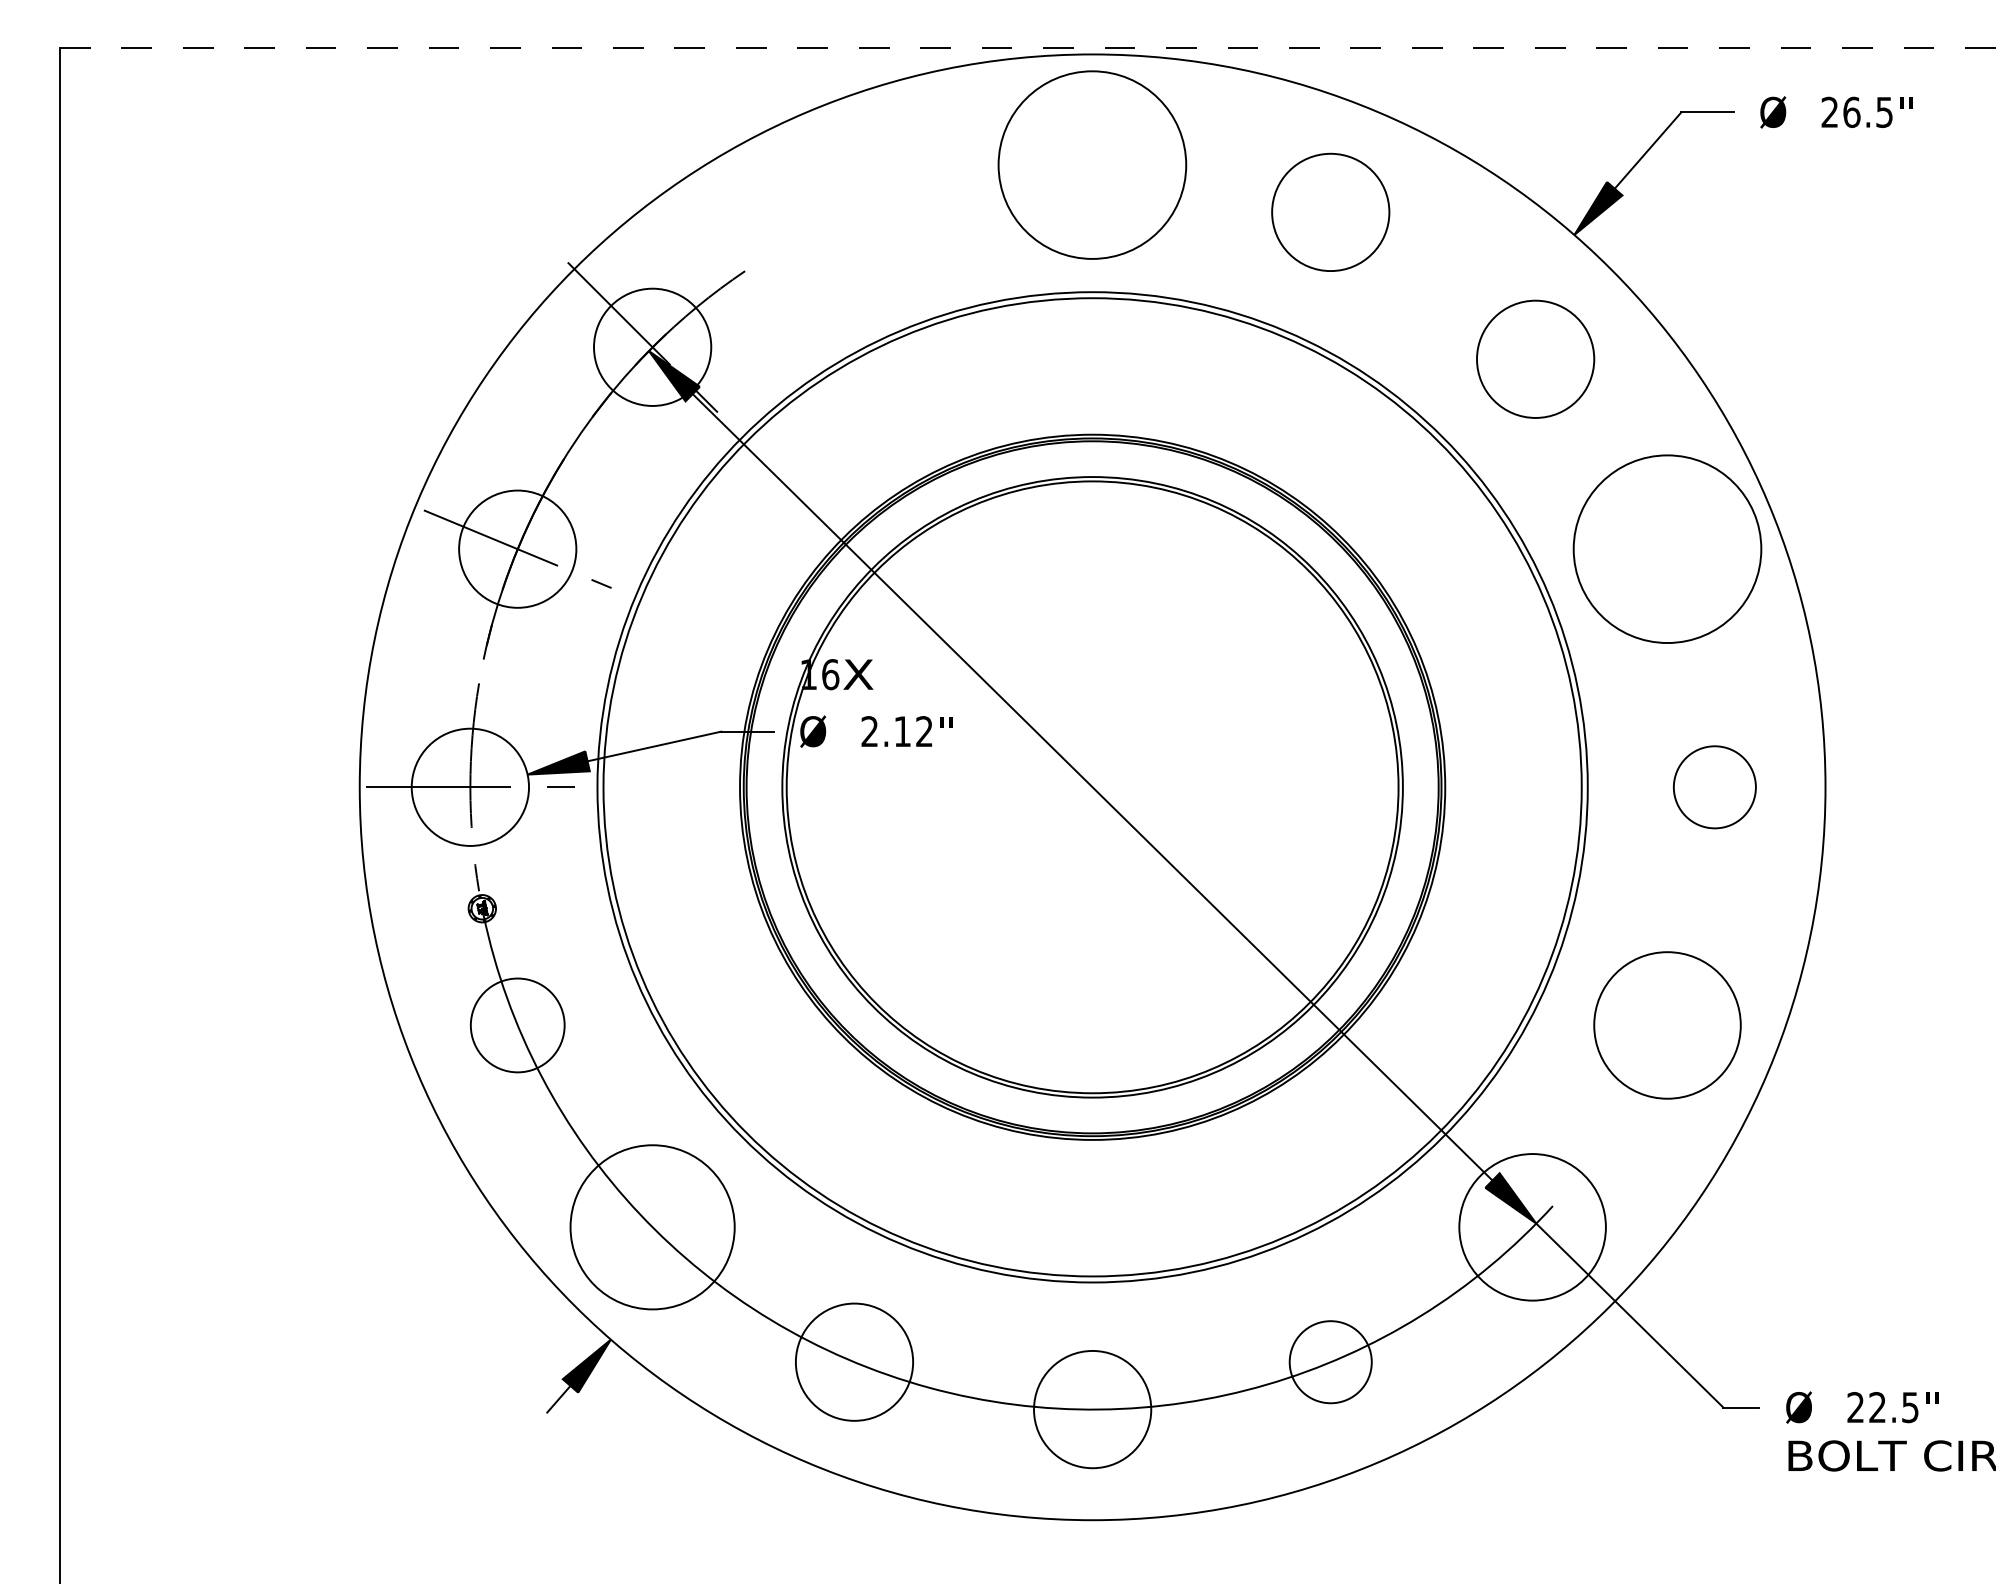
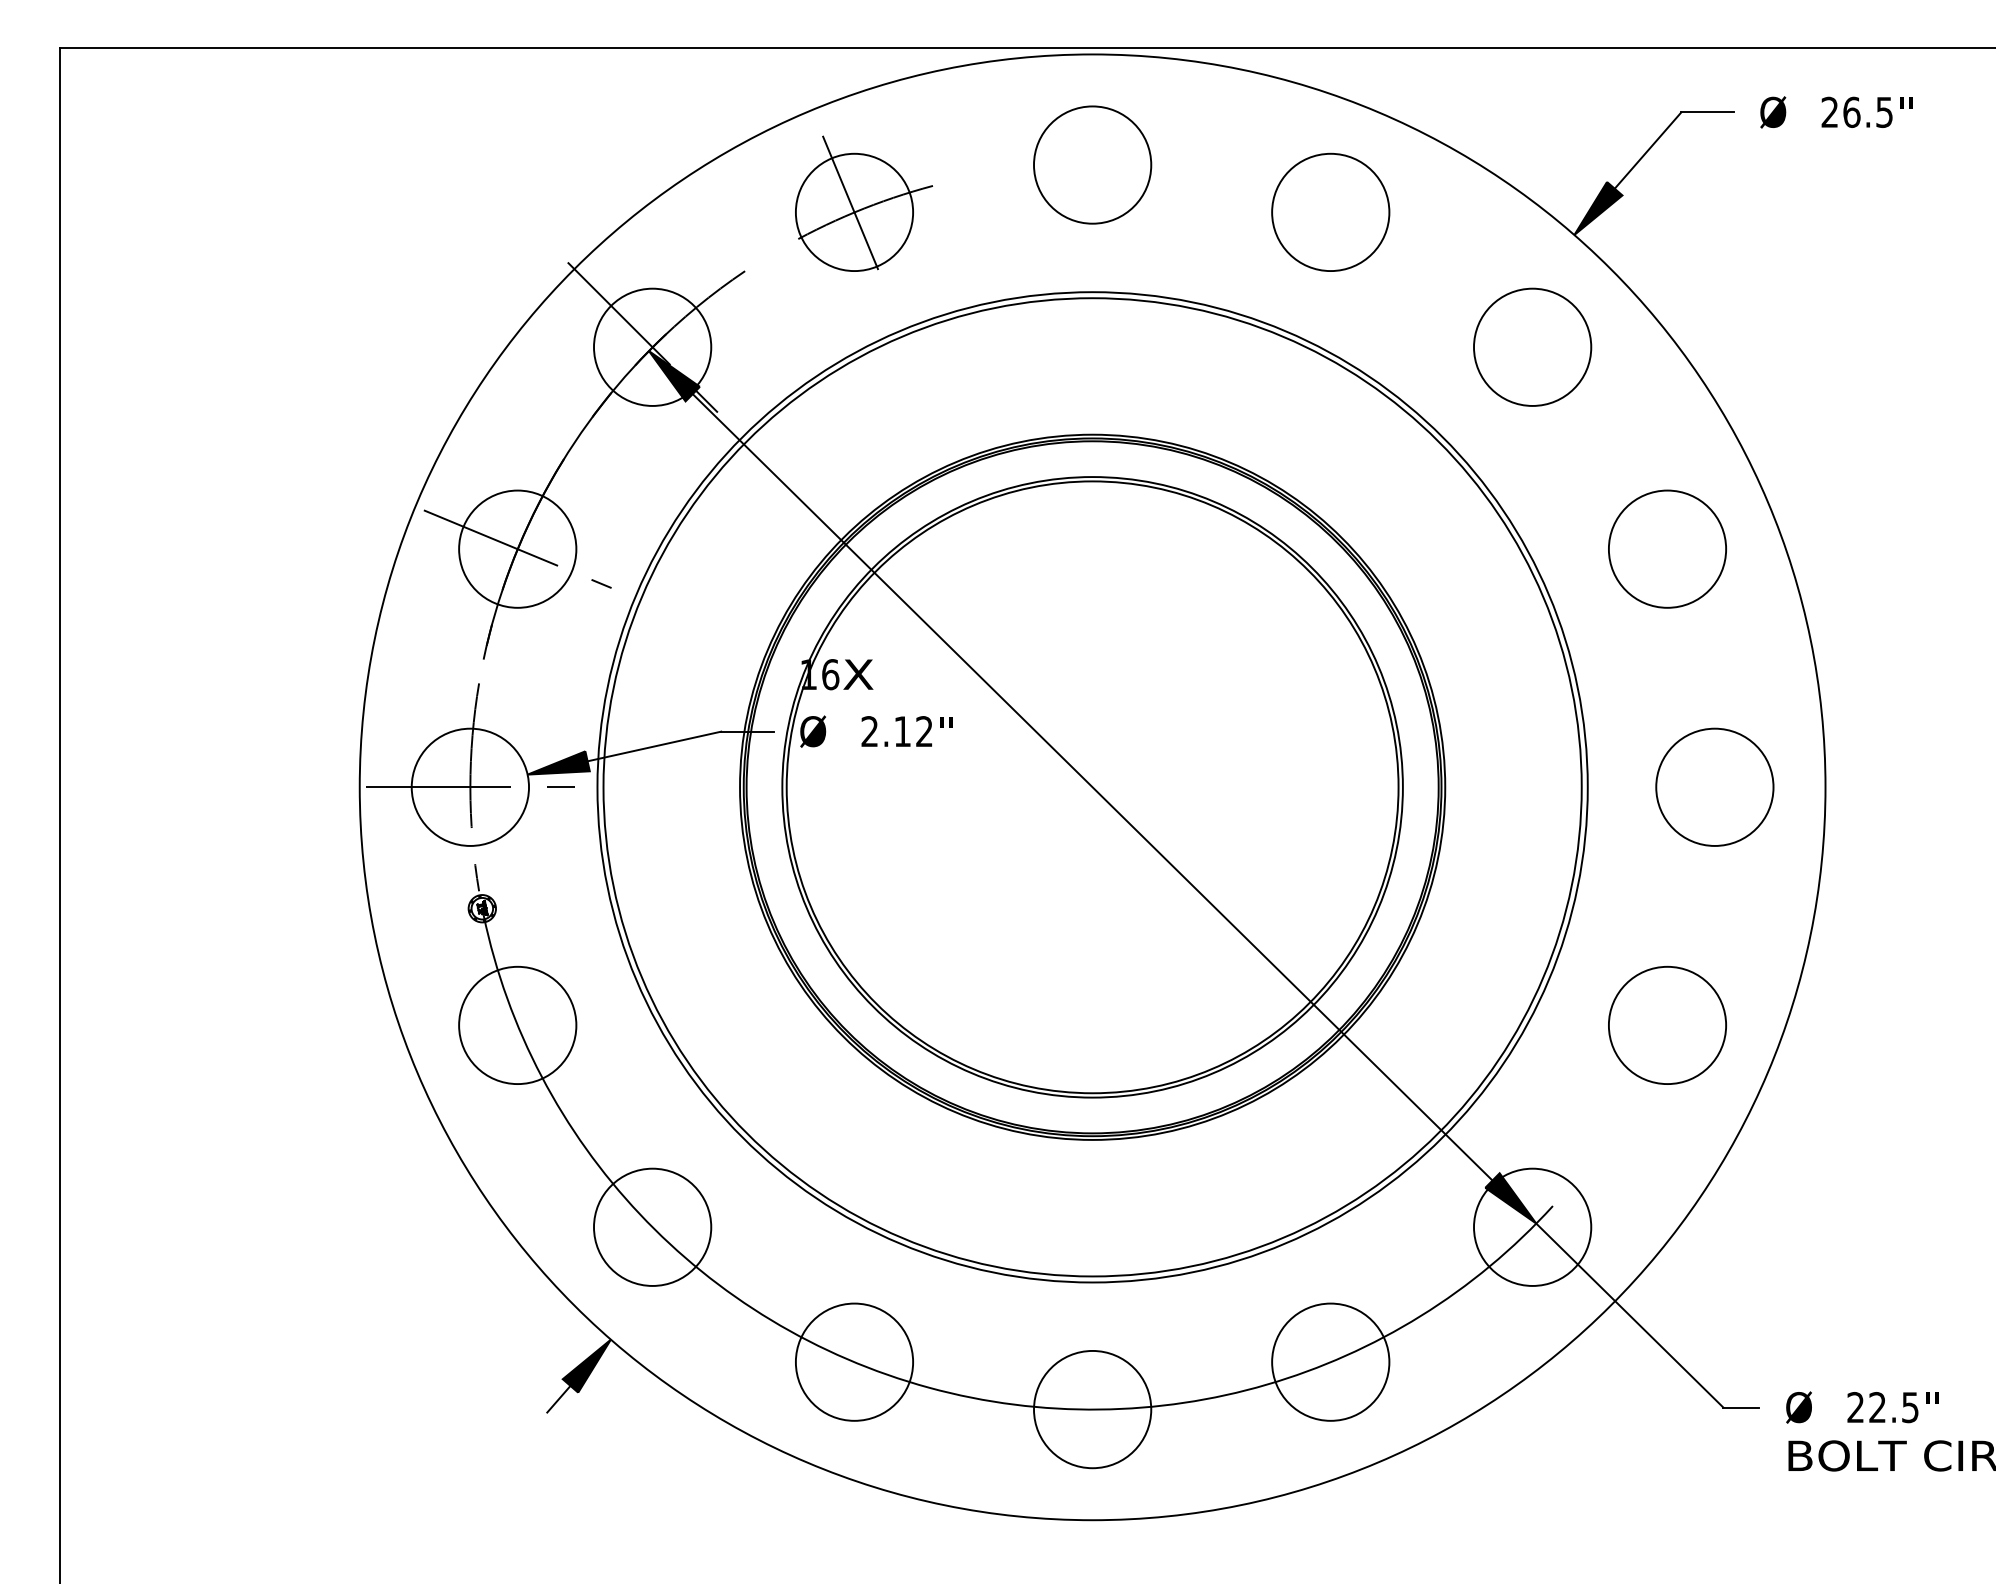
line at (1027, 47): dashed -> solid
circle at (1092, 164) size: 191x190 px -> 120x120 px
part at (863, 203): none -> present
circle at (1535, 358) position: (1535, 358) -> (1532, 346)
circle at (1667, 549) diameter: 188 px -> 117 px
circle at (1714, 787) diameter: 82 px -> 117 px
circle at (517, 1025) diameter: 94 px -> 117 px
circle at (1667, 1025) diameter: 147 px -> 117 px
circle at (652, 1227) diameter: 164 px -> 117 px
circle at (1532, 1227) diameter: 147 px -> 117 px
circle at (1330, 1362) diameter: 82 px -> 117 px
